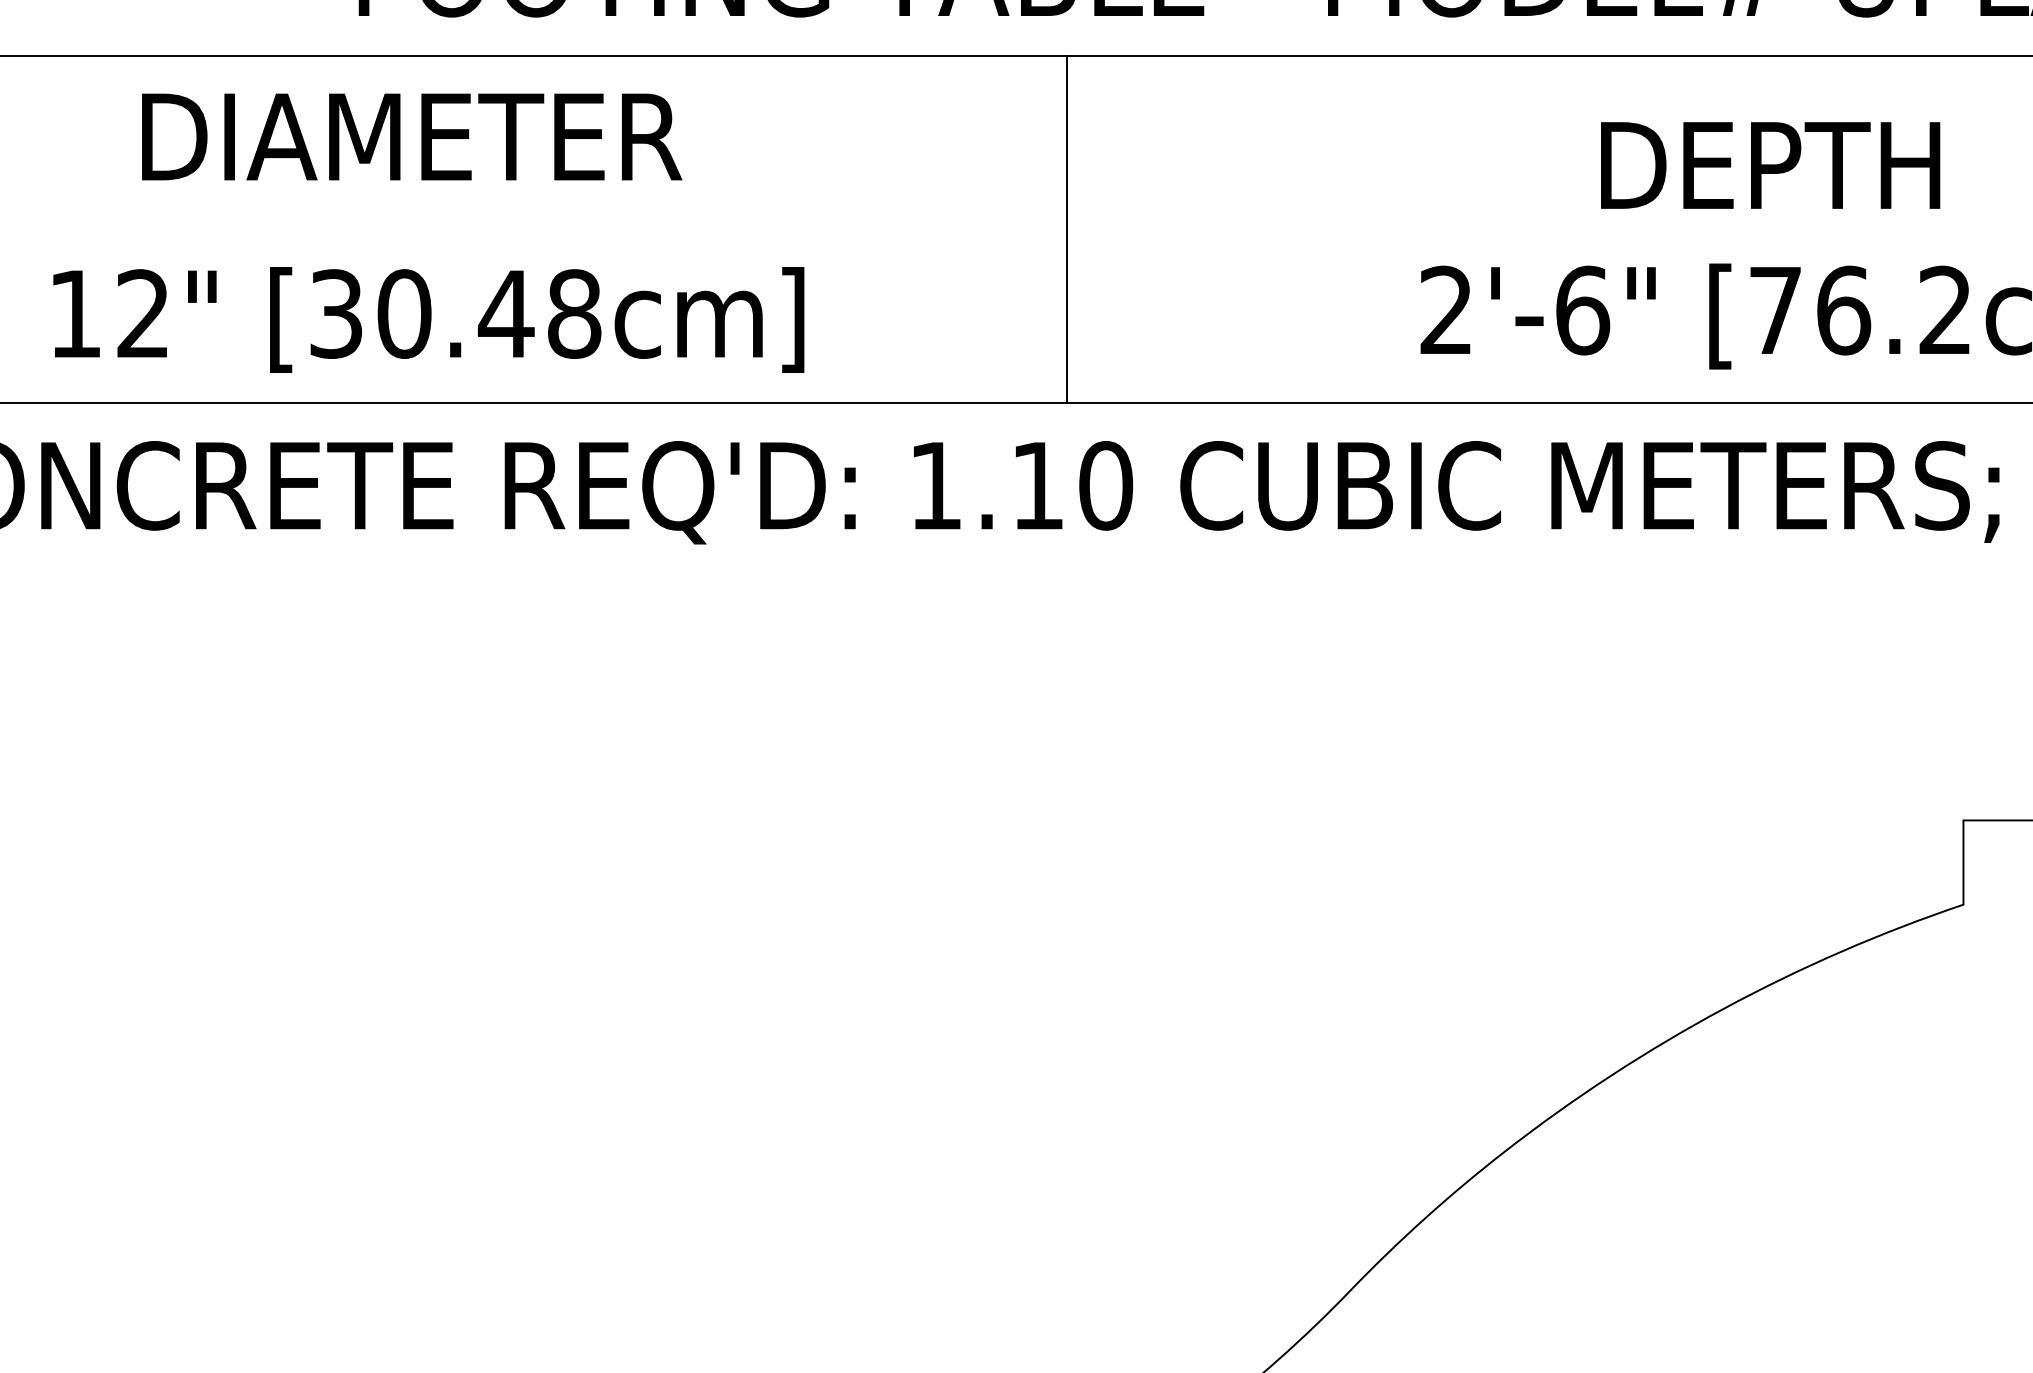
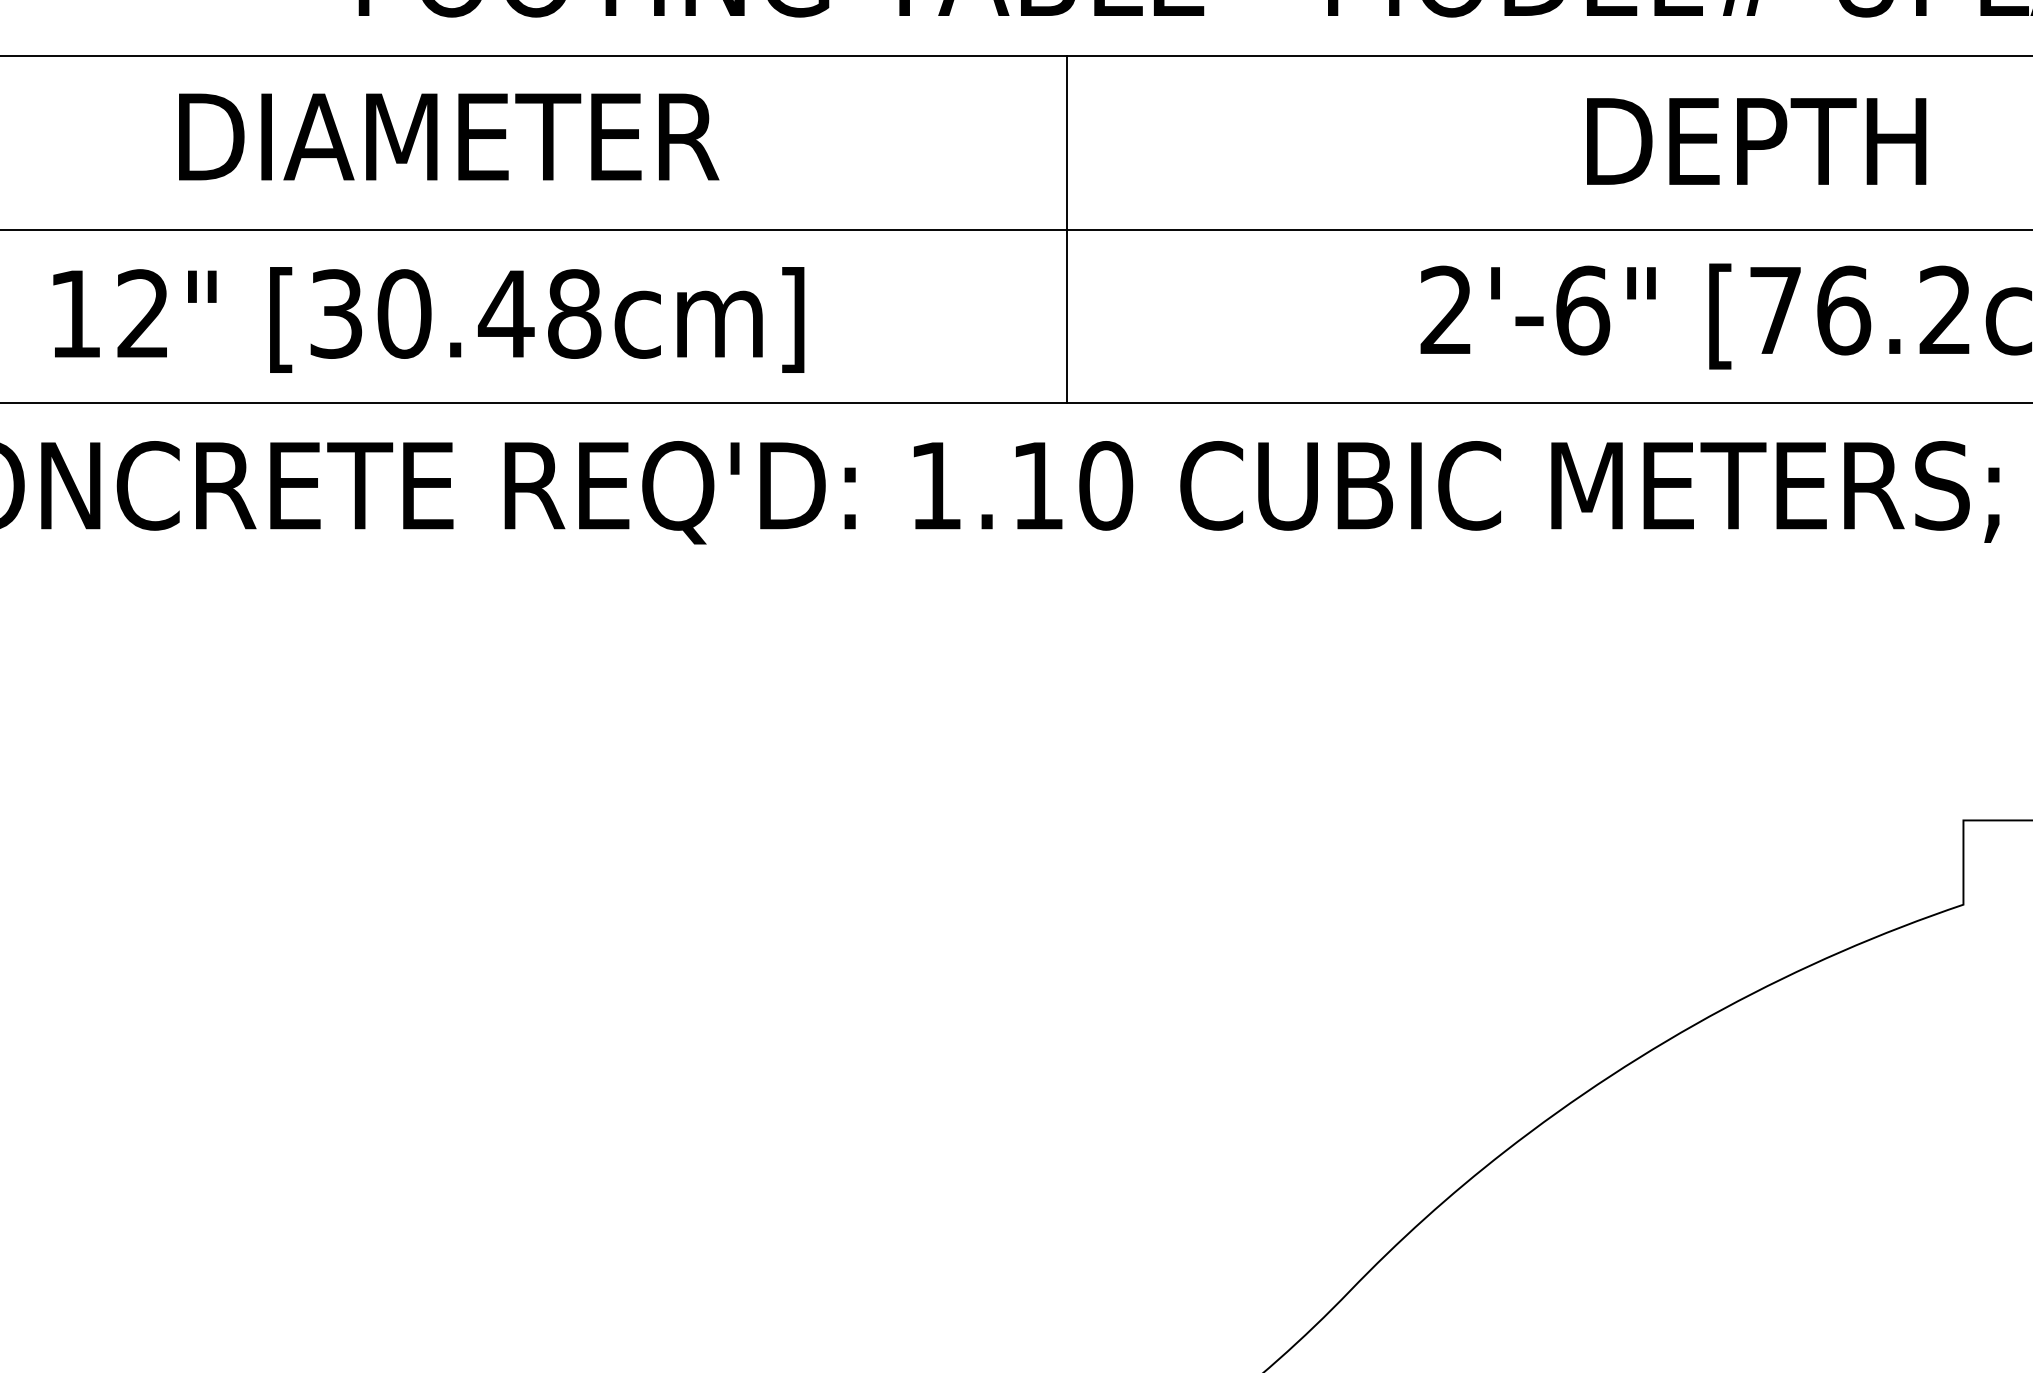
text at (412, 136) position: (412, 136) -> (449, 136)
text at (1770, 165) position: (1770, 165) -> (1756, 141)
line at (1015, 229): none -> present
